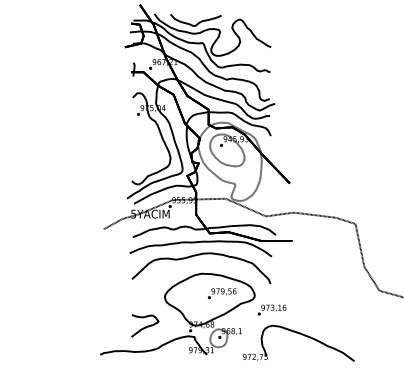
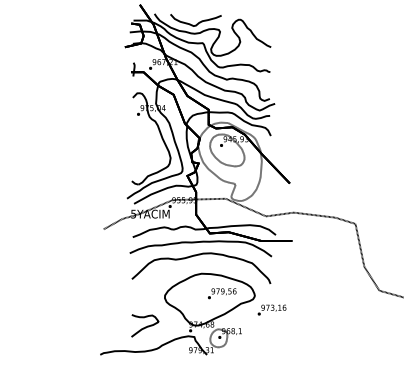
part at (299, 334): present -> none
